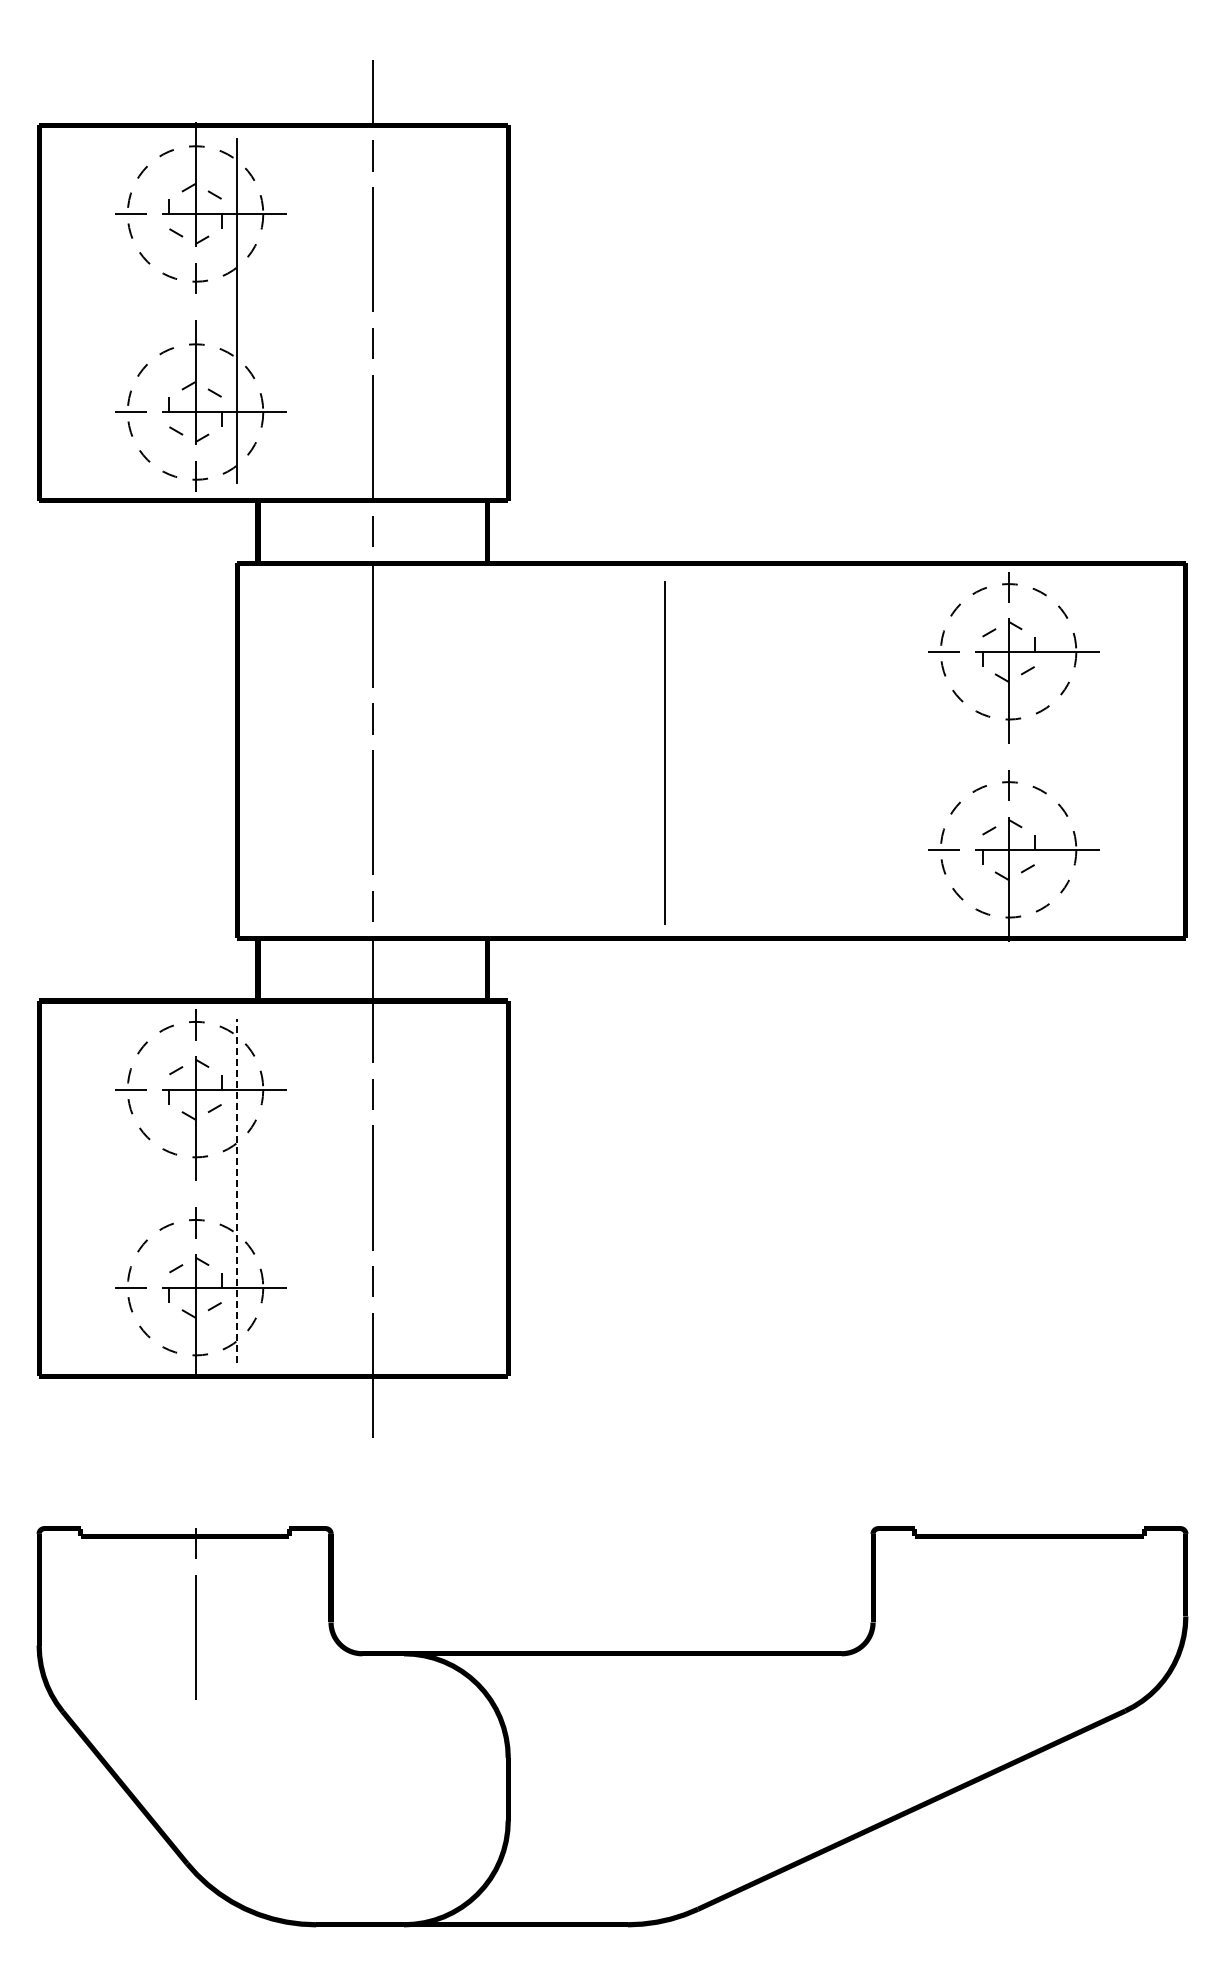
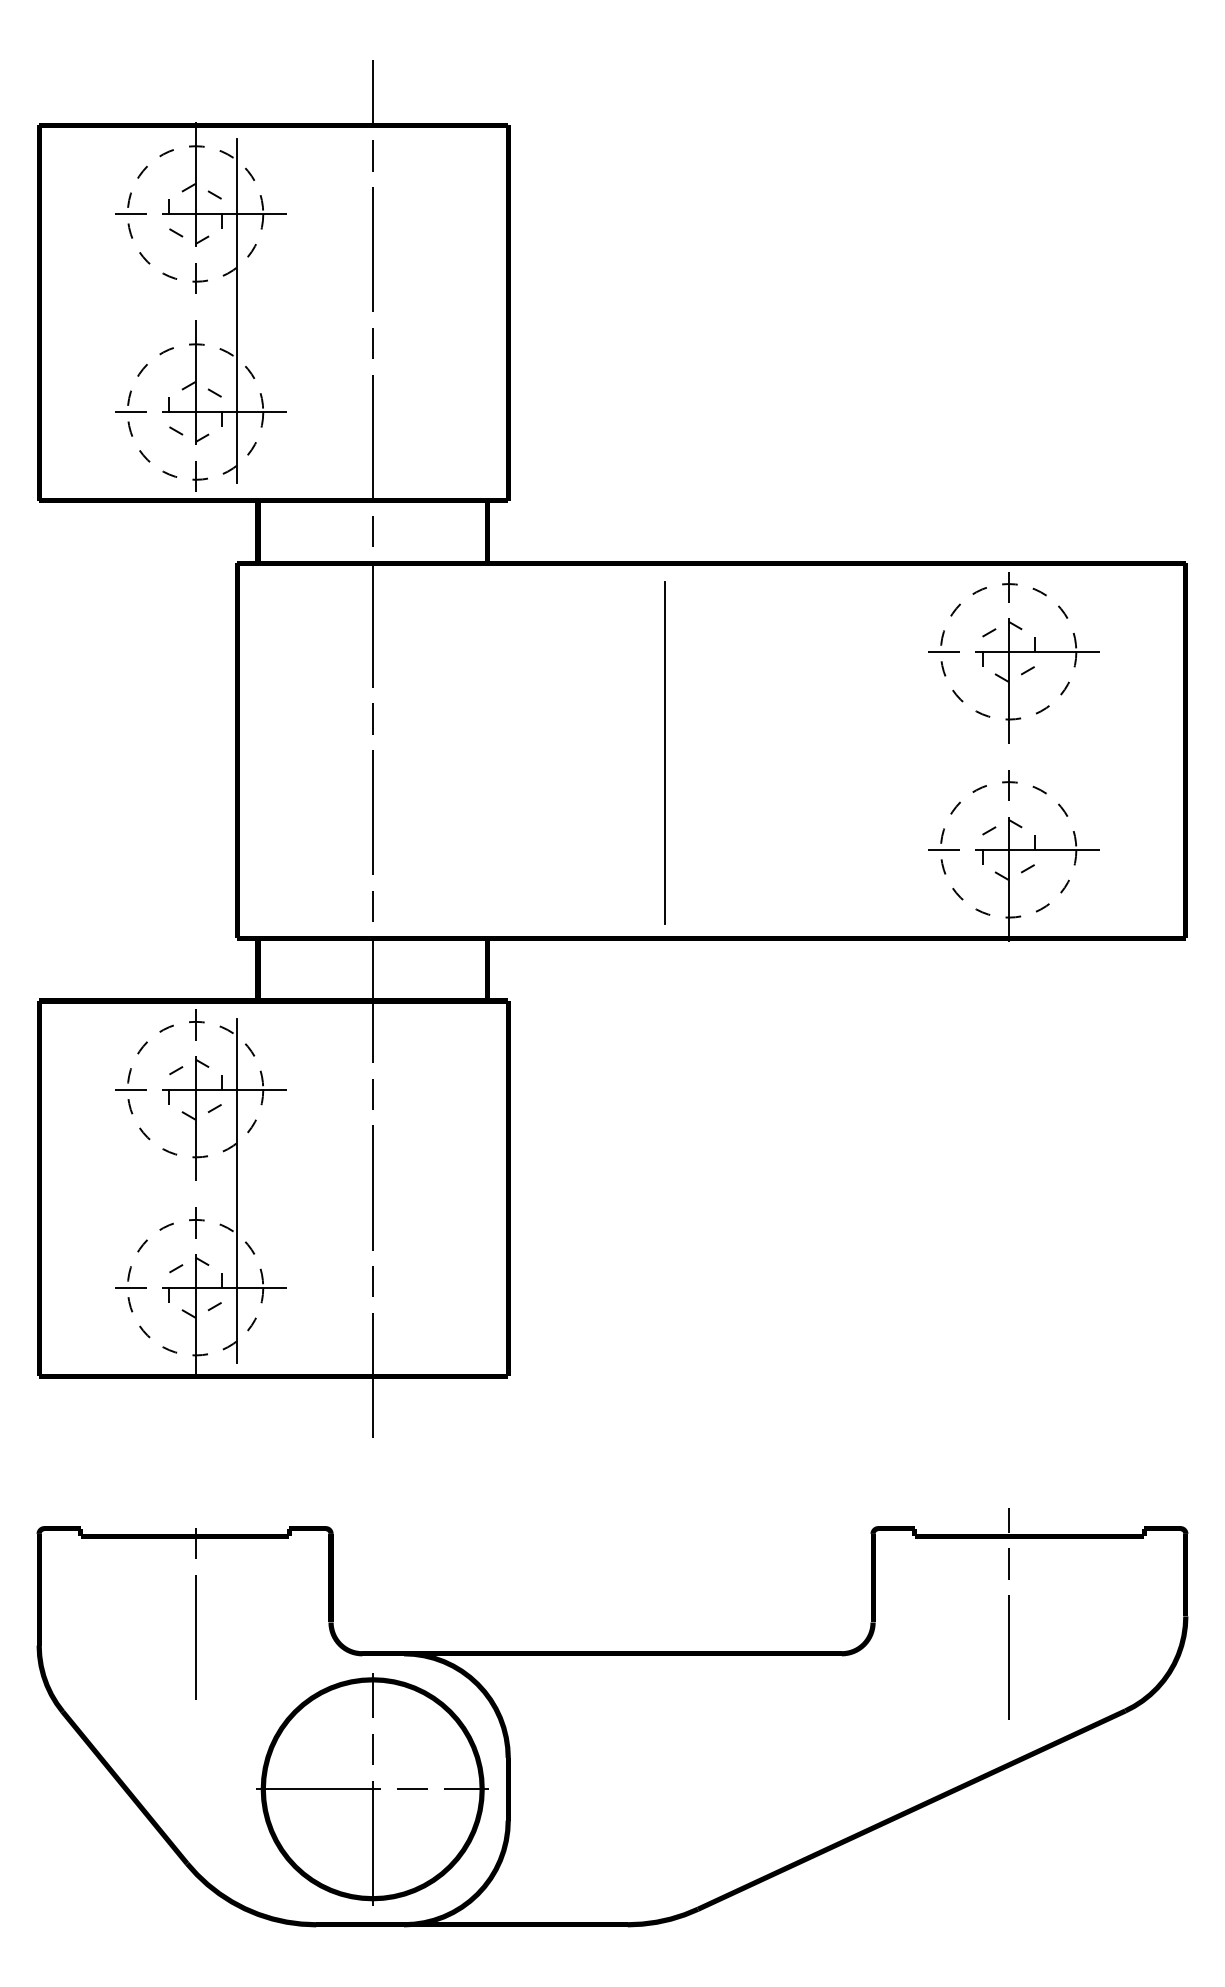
line at (237, 1190): dashed -> solid
line at (1008, 1614): none -> present
part at (372, 1789): none -> present
